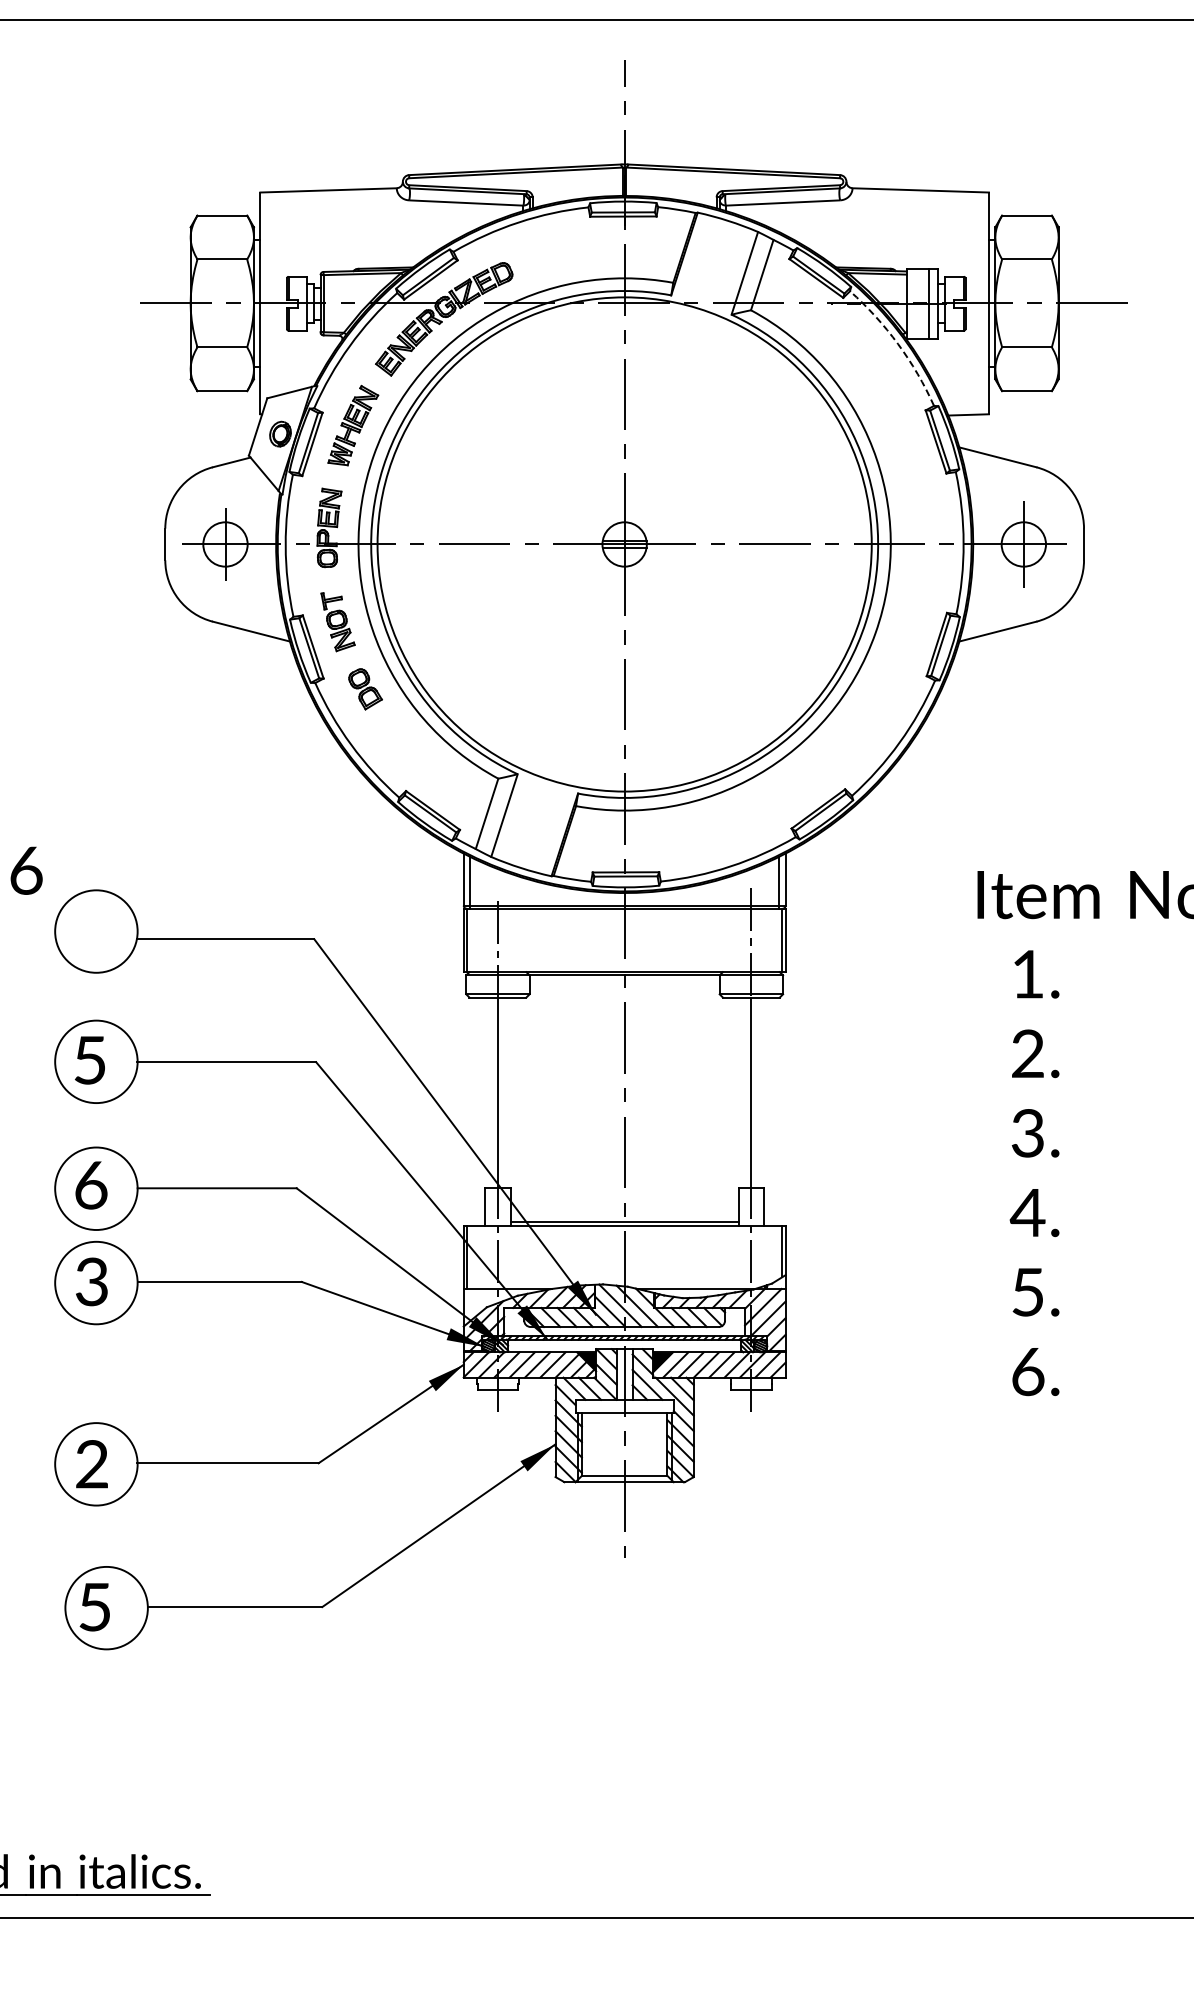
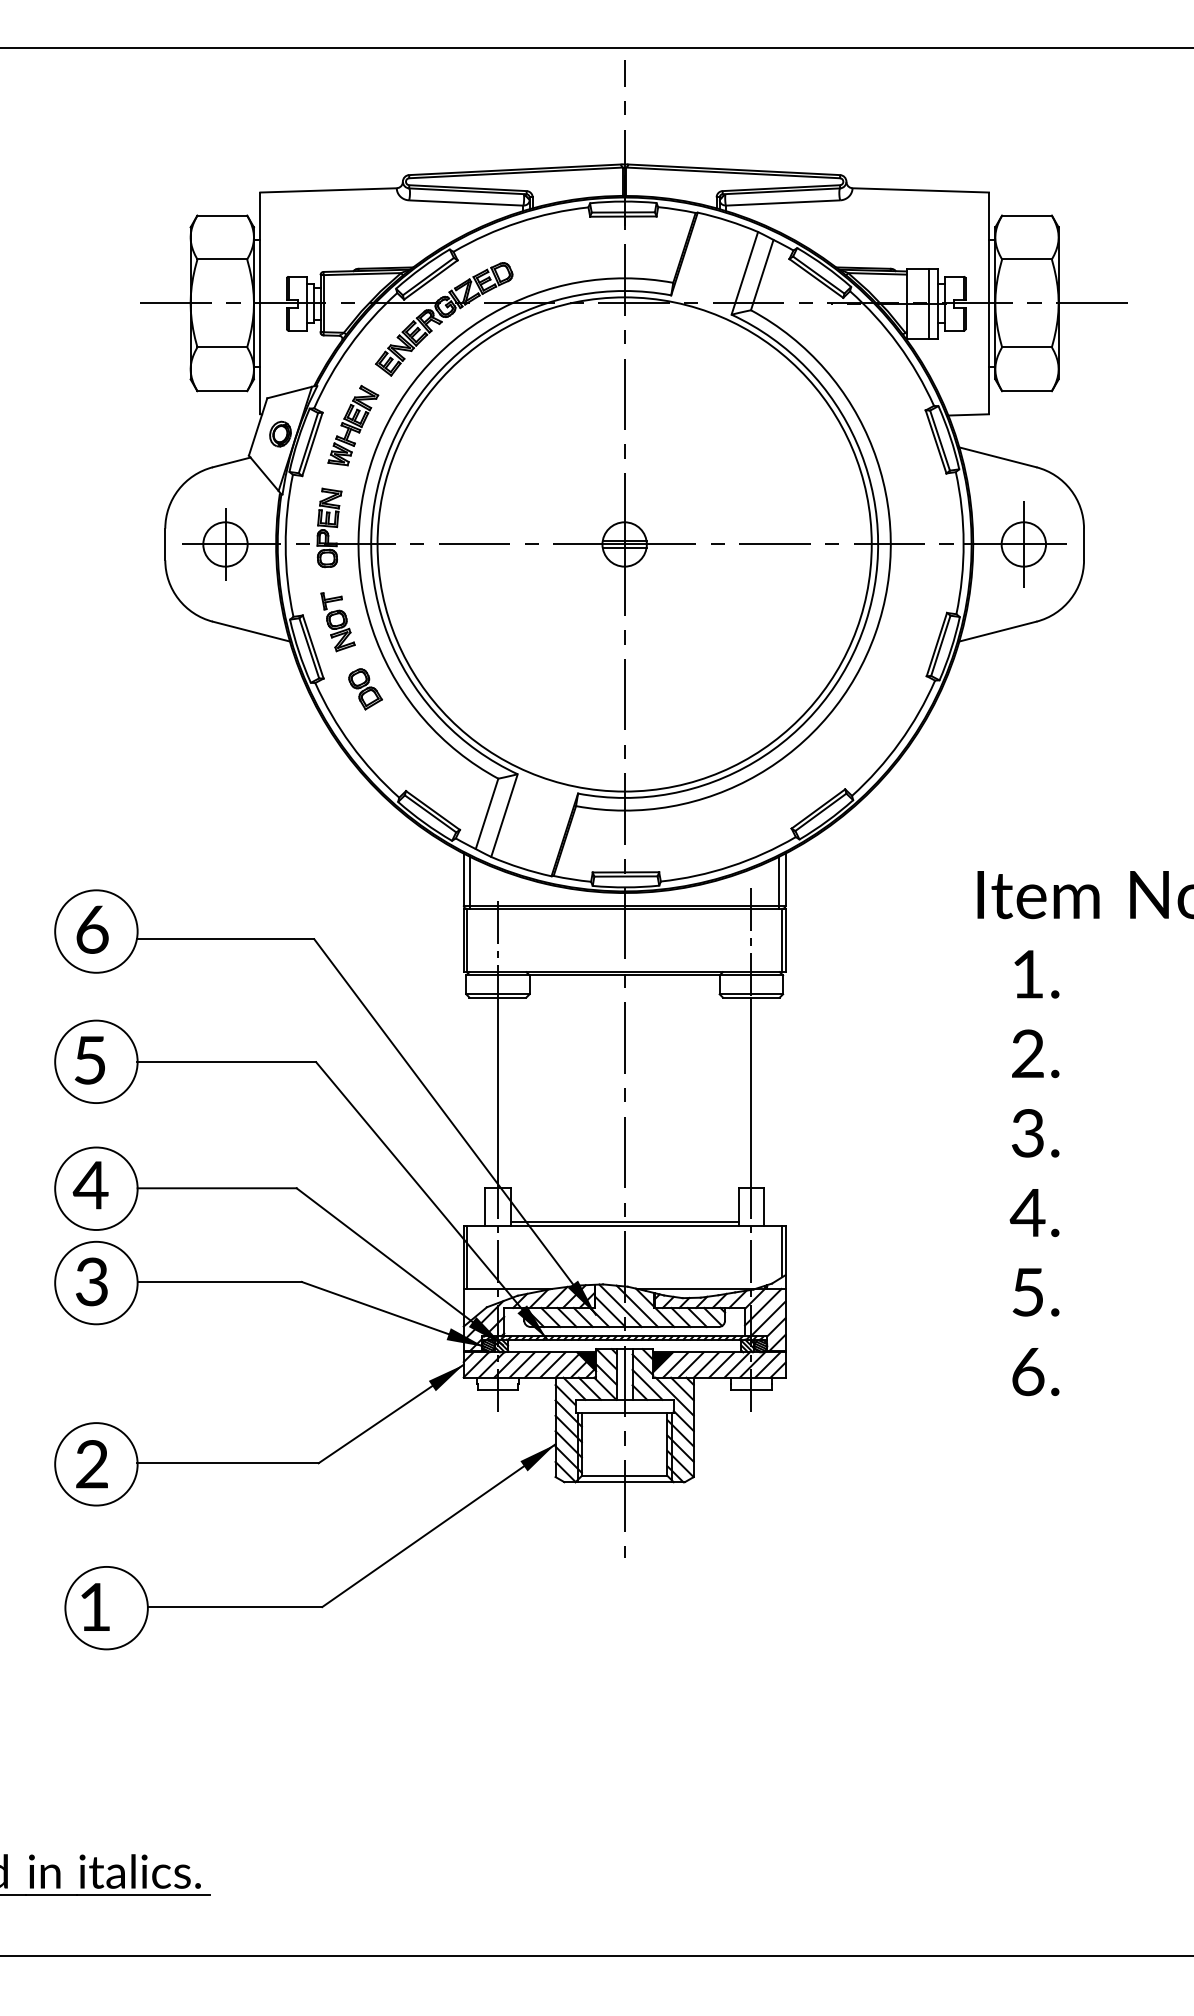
line at (596, 20) position: (596, 20) -> (596, 48)
arc at (898, 344): dashed -> solid
text at (26, 870) position: (26, 870) -> (92, 929)
text at (90, 1185): 6 -> 4
text at (94, 1607): 5 -> 1
line at (596, 1917) position: (596, 1917) -> (596, 1955)
